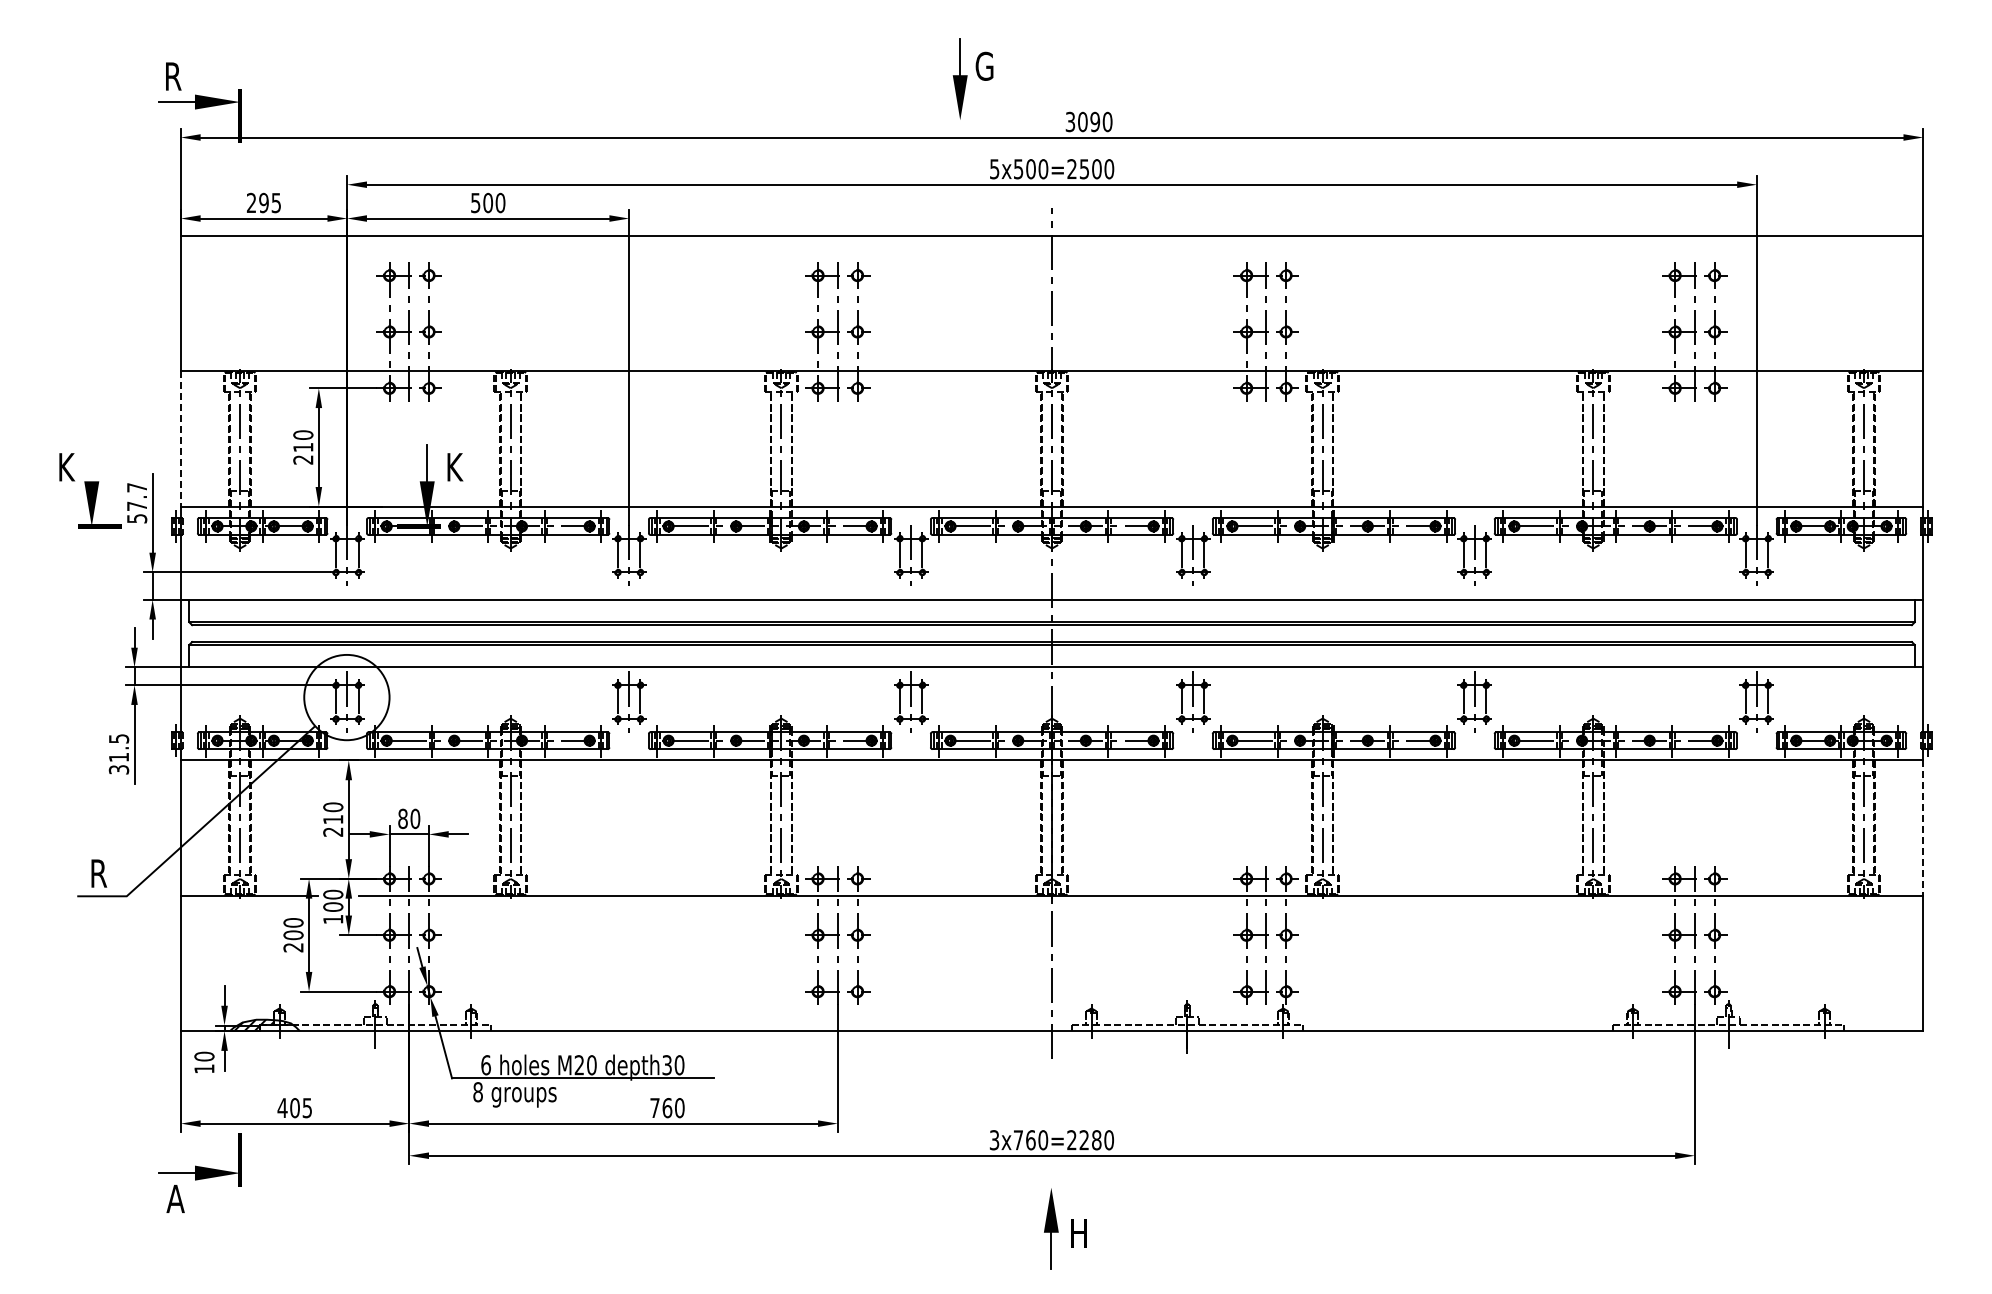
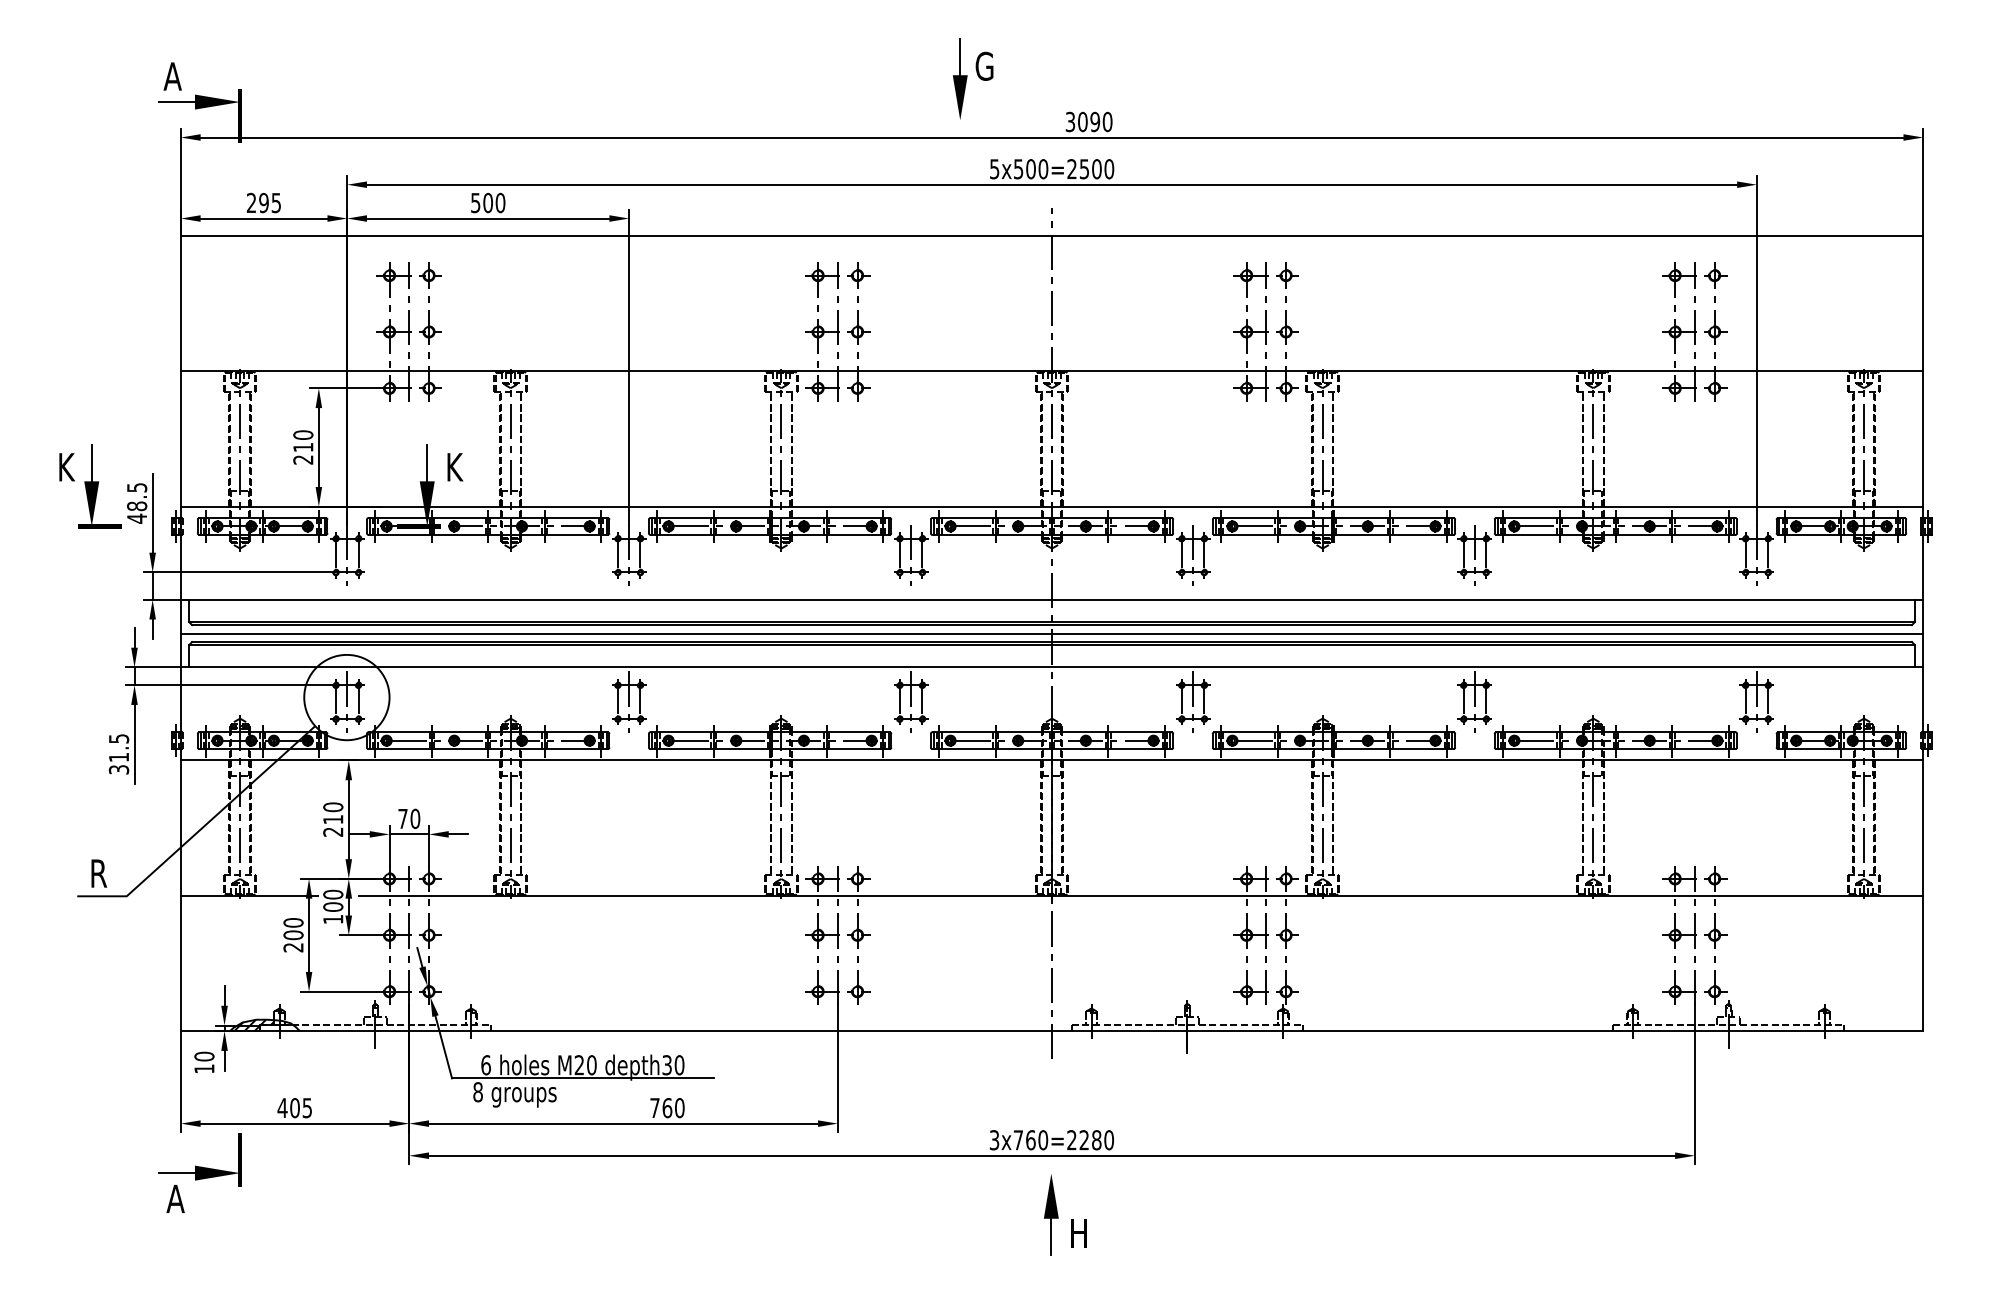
text at (172, 76): R -> A
line at (180, 439): dashed -> solid
line at (91, 462): none -> present
text at (137, 503): 57.7 -> 48.5
line at (1051, 633): none -> present
text at (402, 818): 80 -> 70
line at (1923, 828): dashed -> solid
part at (1051, 1228) position: (1051, 1228) -> (1051, 1214)
